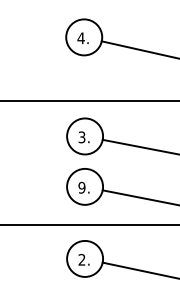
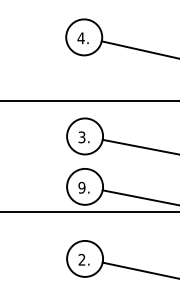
line at (89, 224) position: (89, 224) -> (89, 211)
